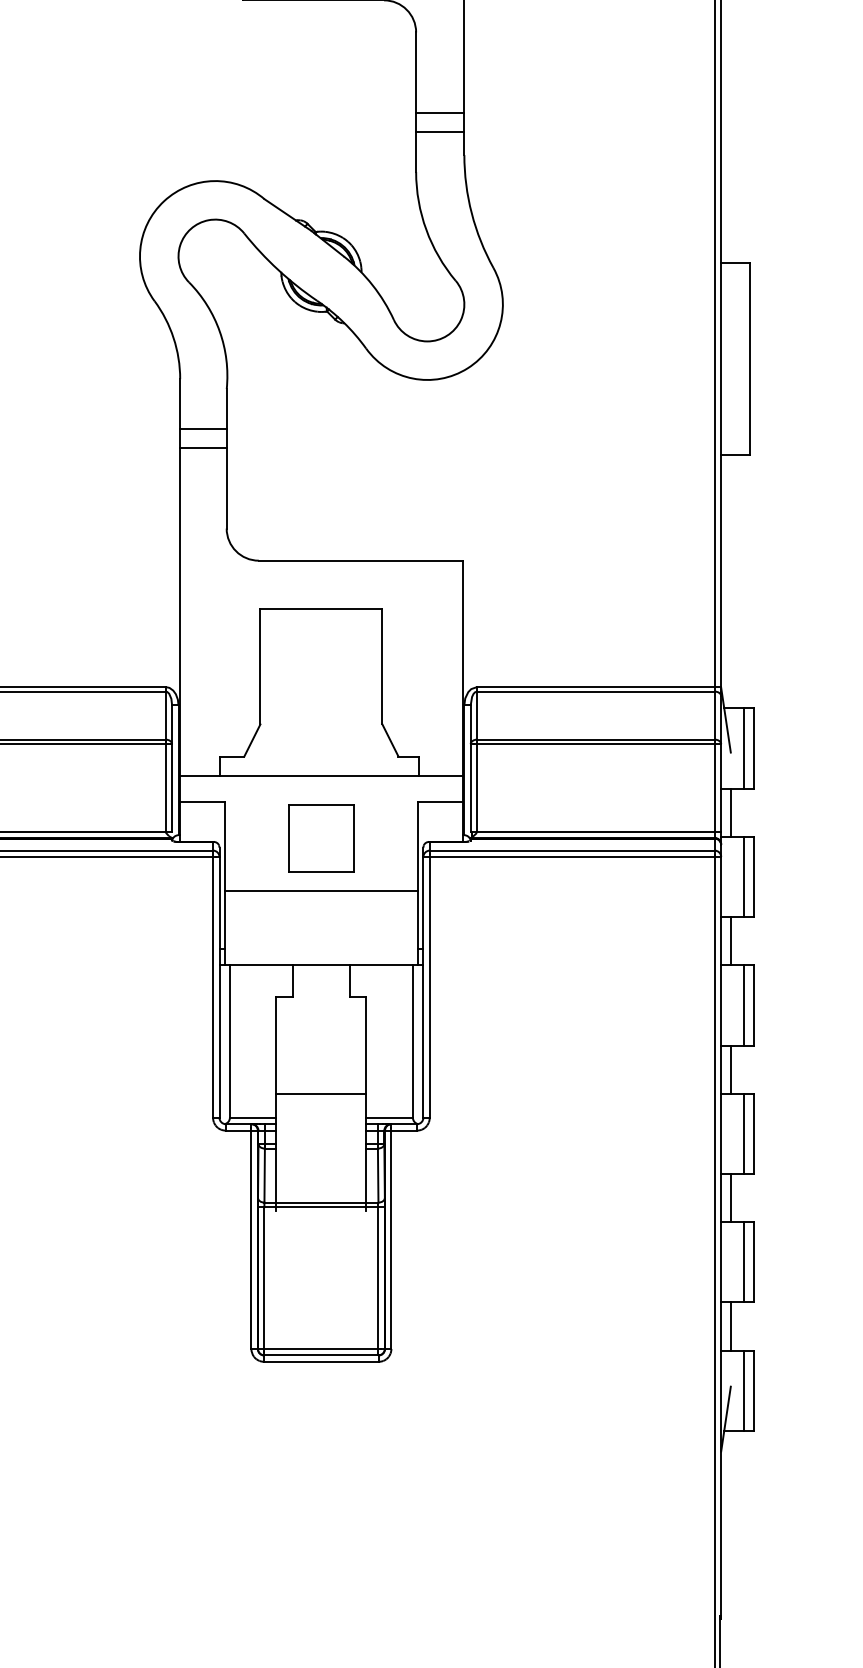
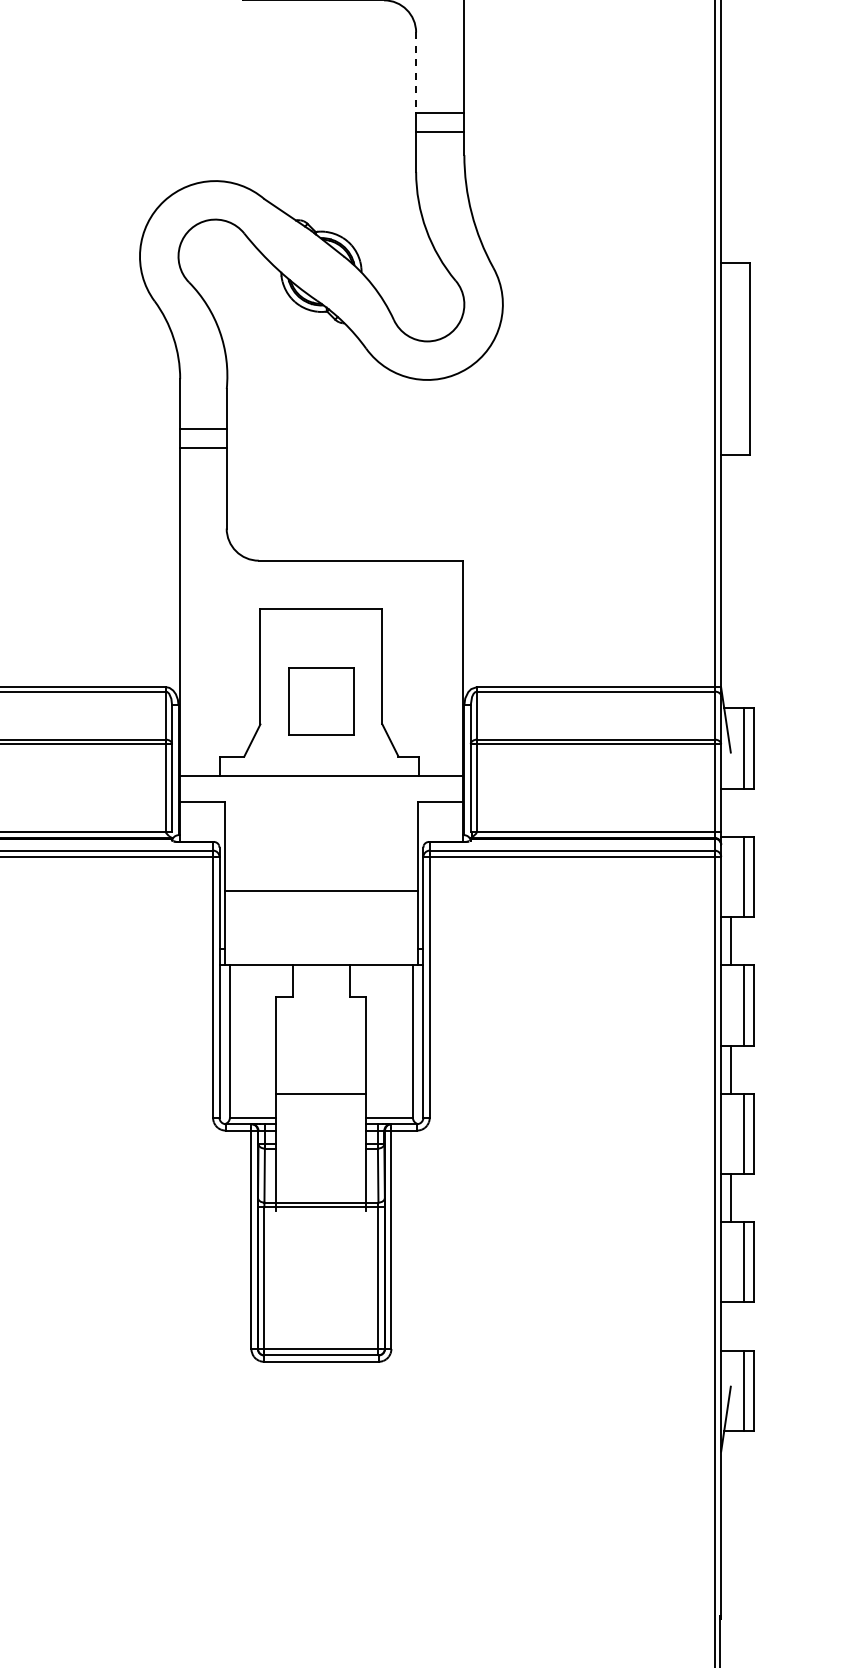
line at (416, 73): solid -> dashed
line at (730, 812): present -> none
part at (321, 838) position: (321, 838) -> (321, 701)
line at (730, 1326): present -> none
